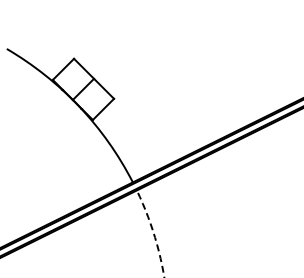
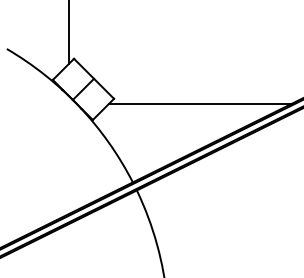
line at (69, 32): none -> present
line at (200, 103): none -> present
arc at (153, 233): dashed -> solid
